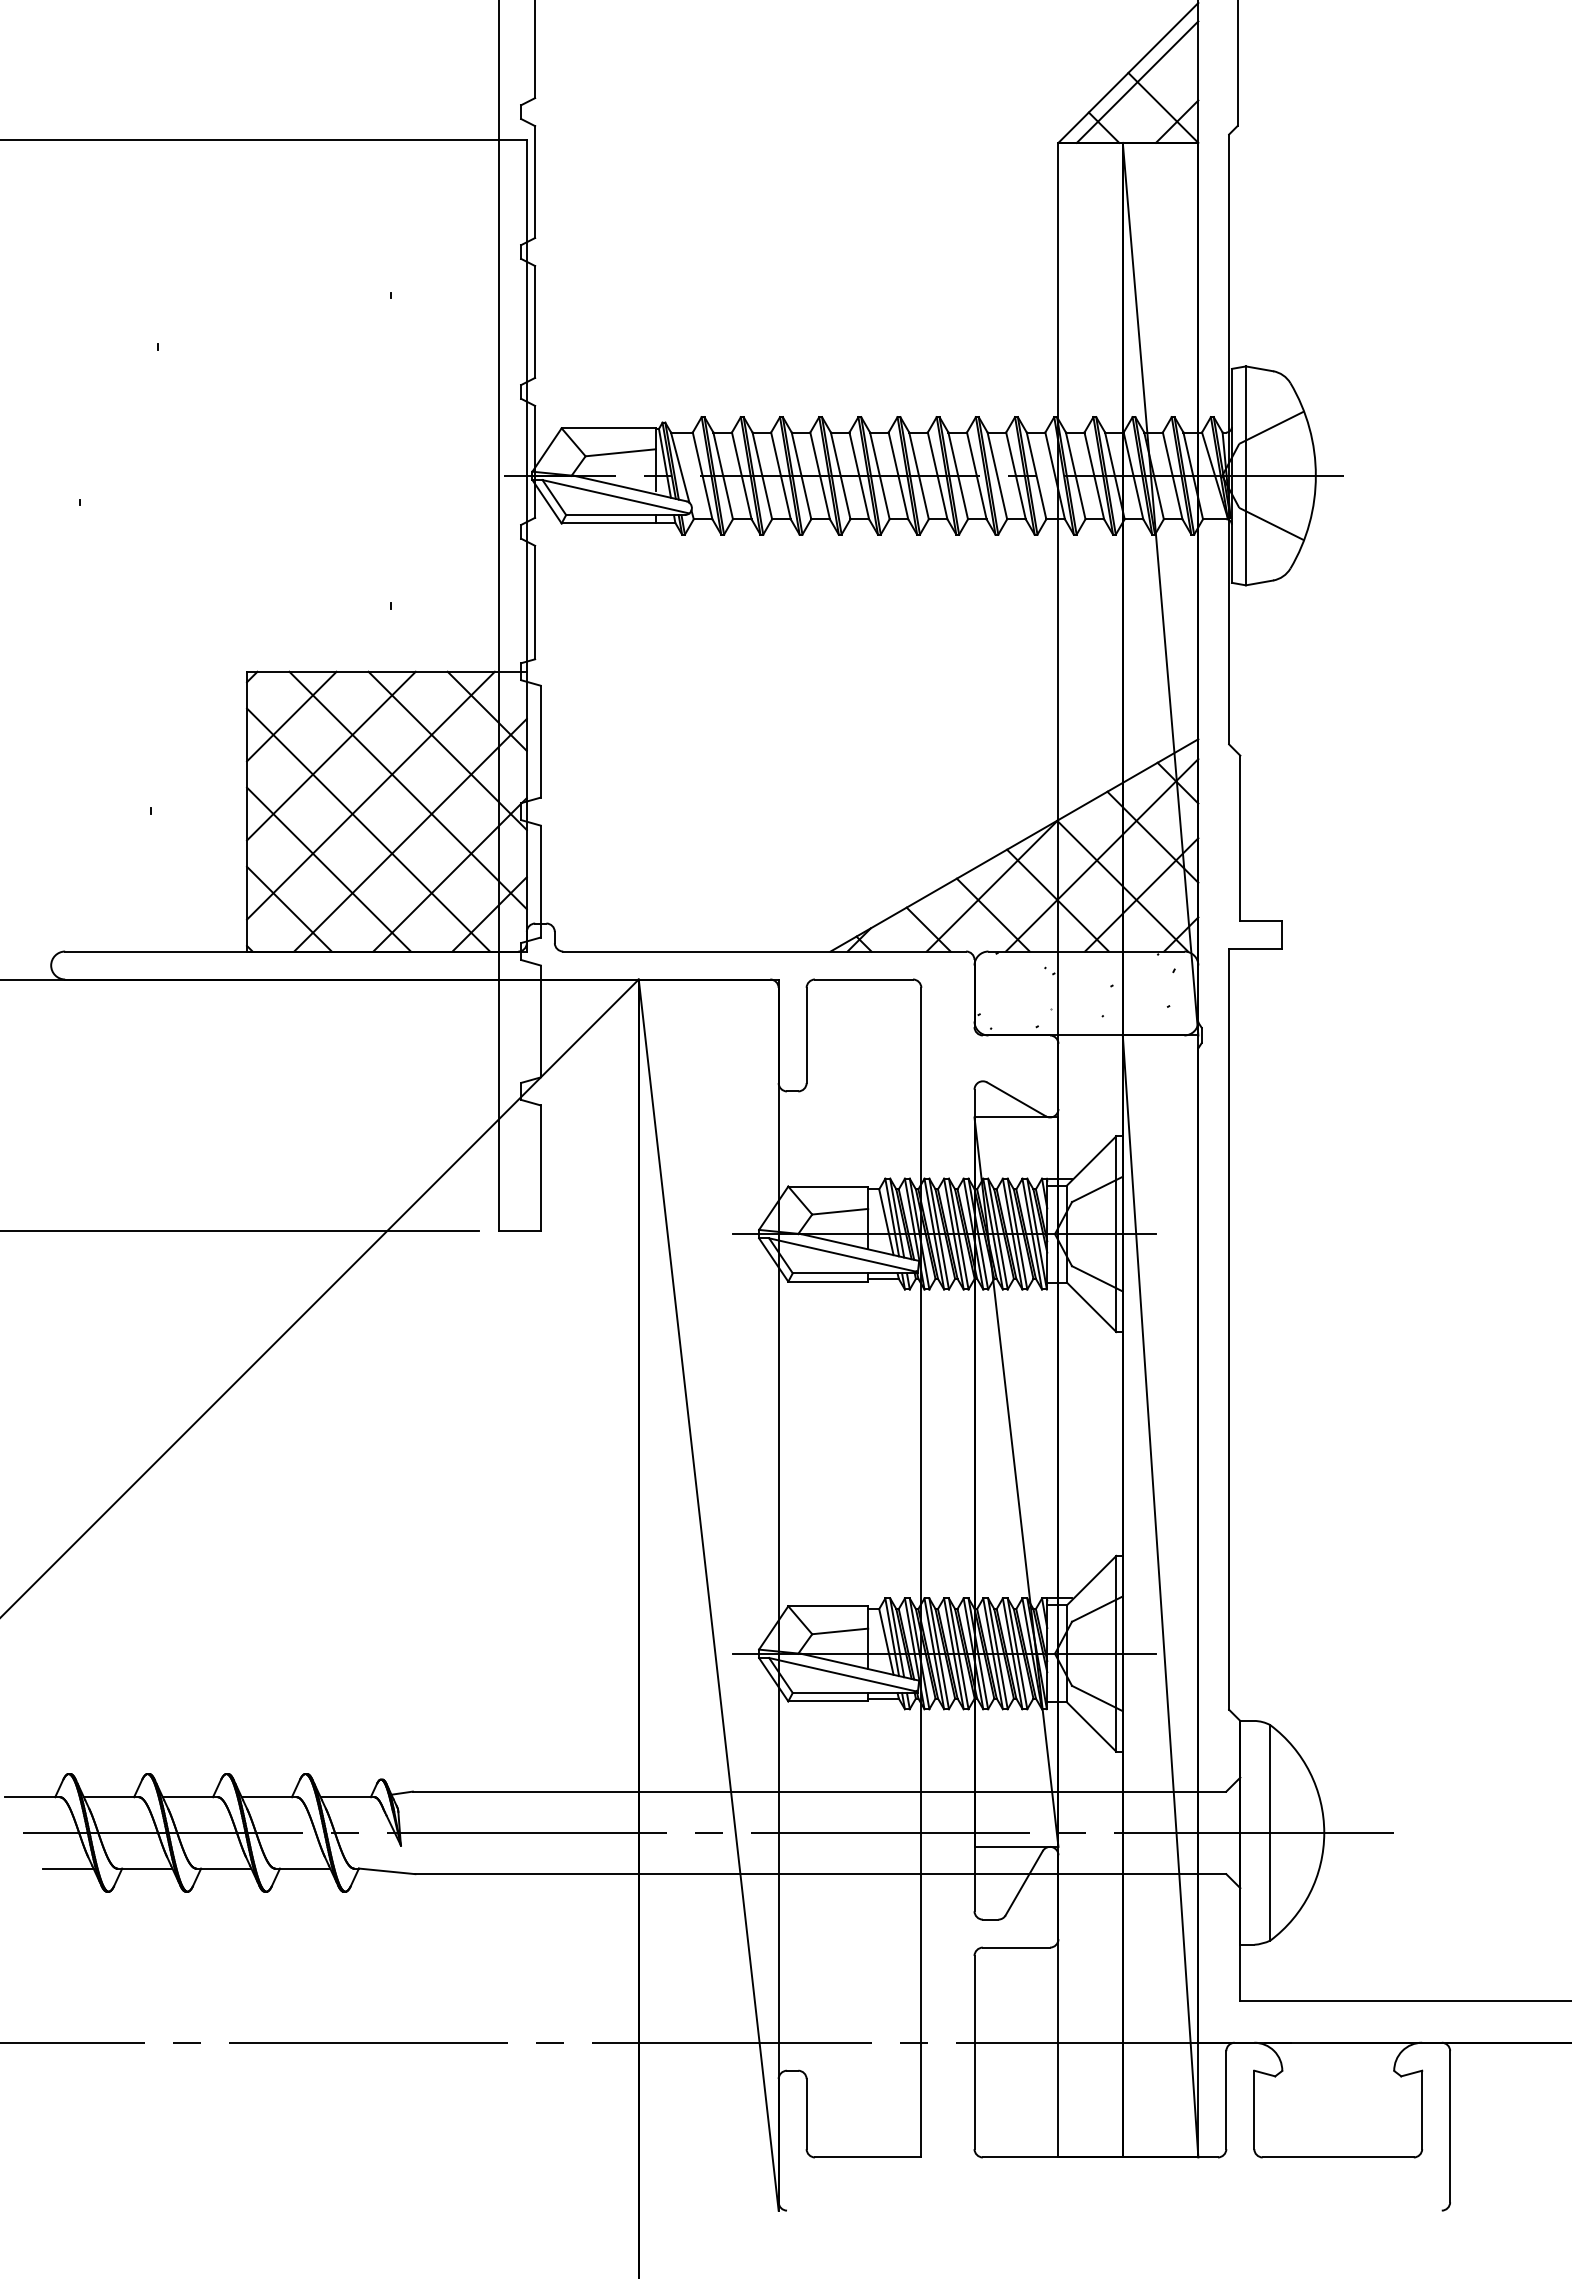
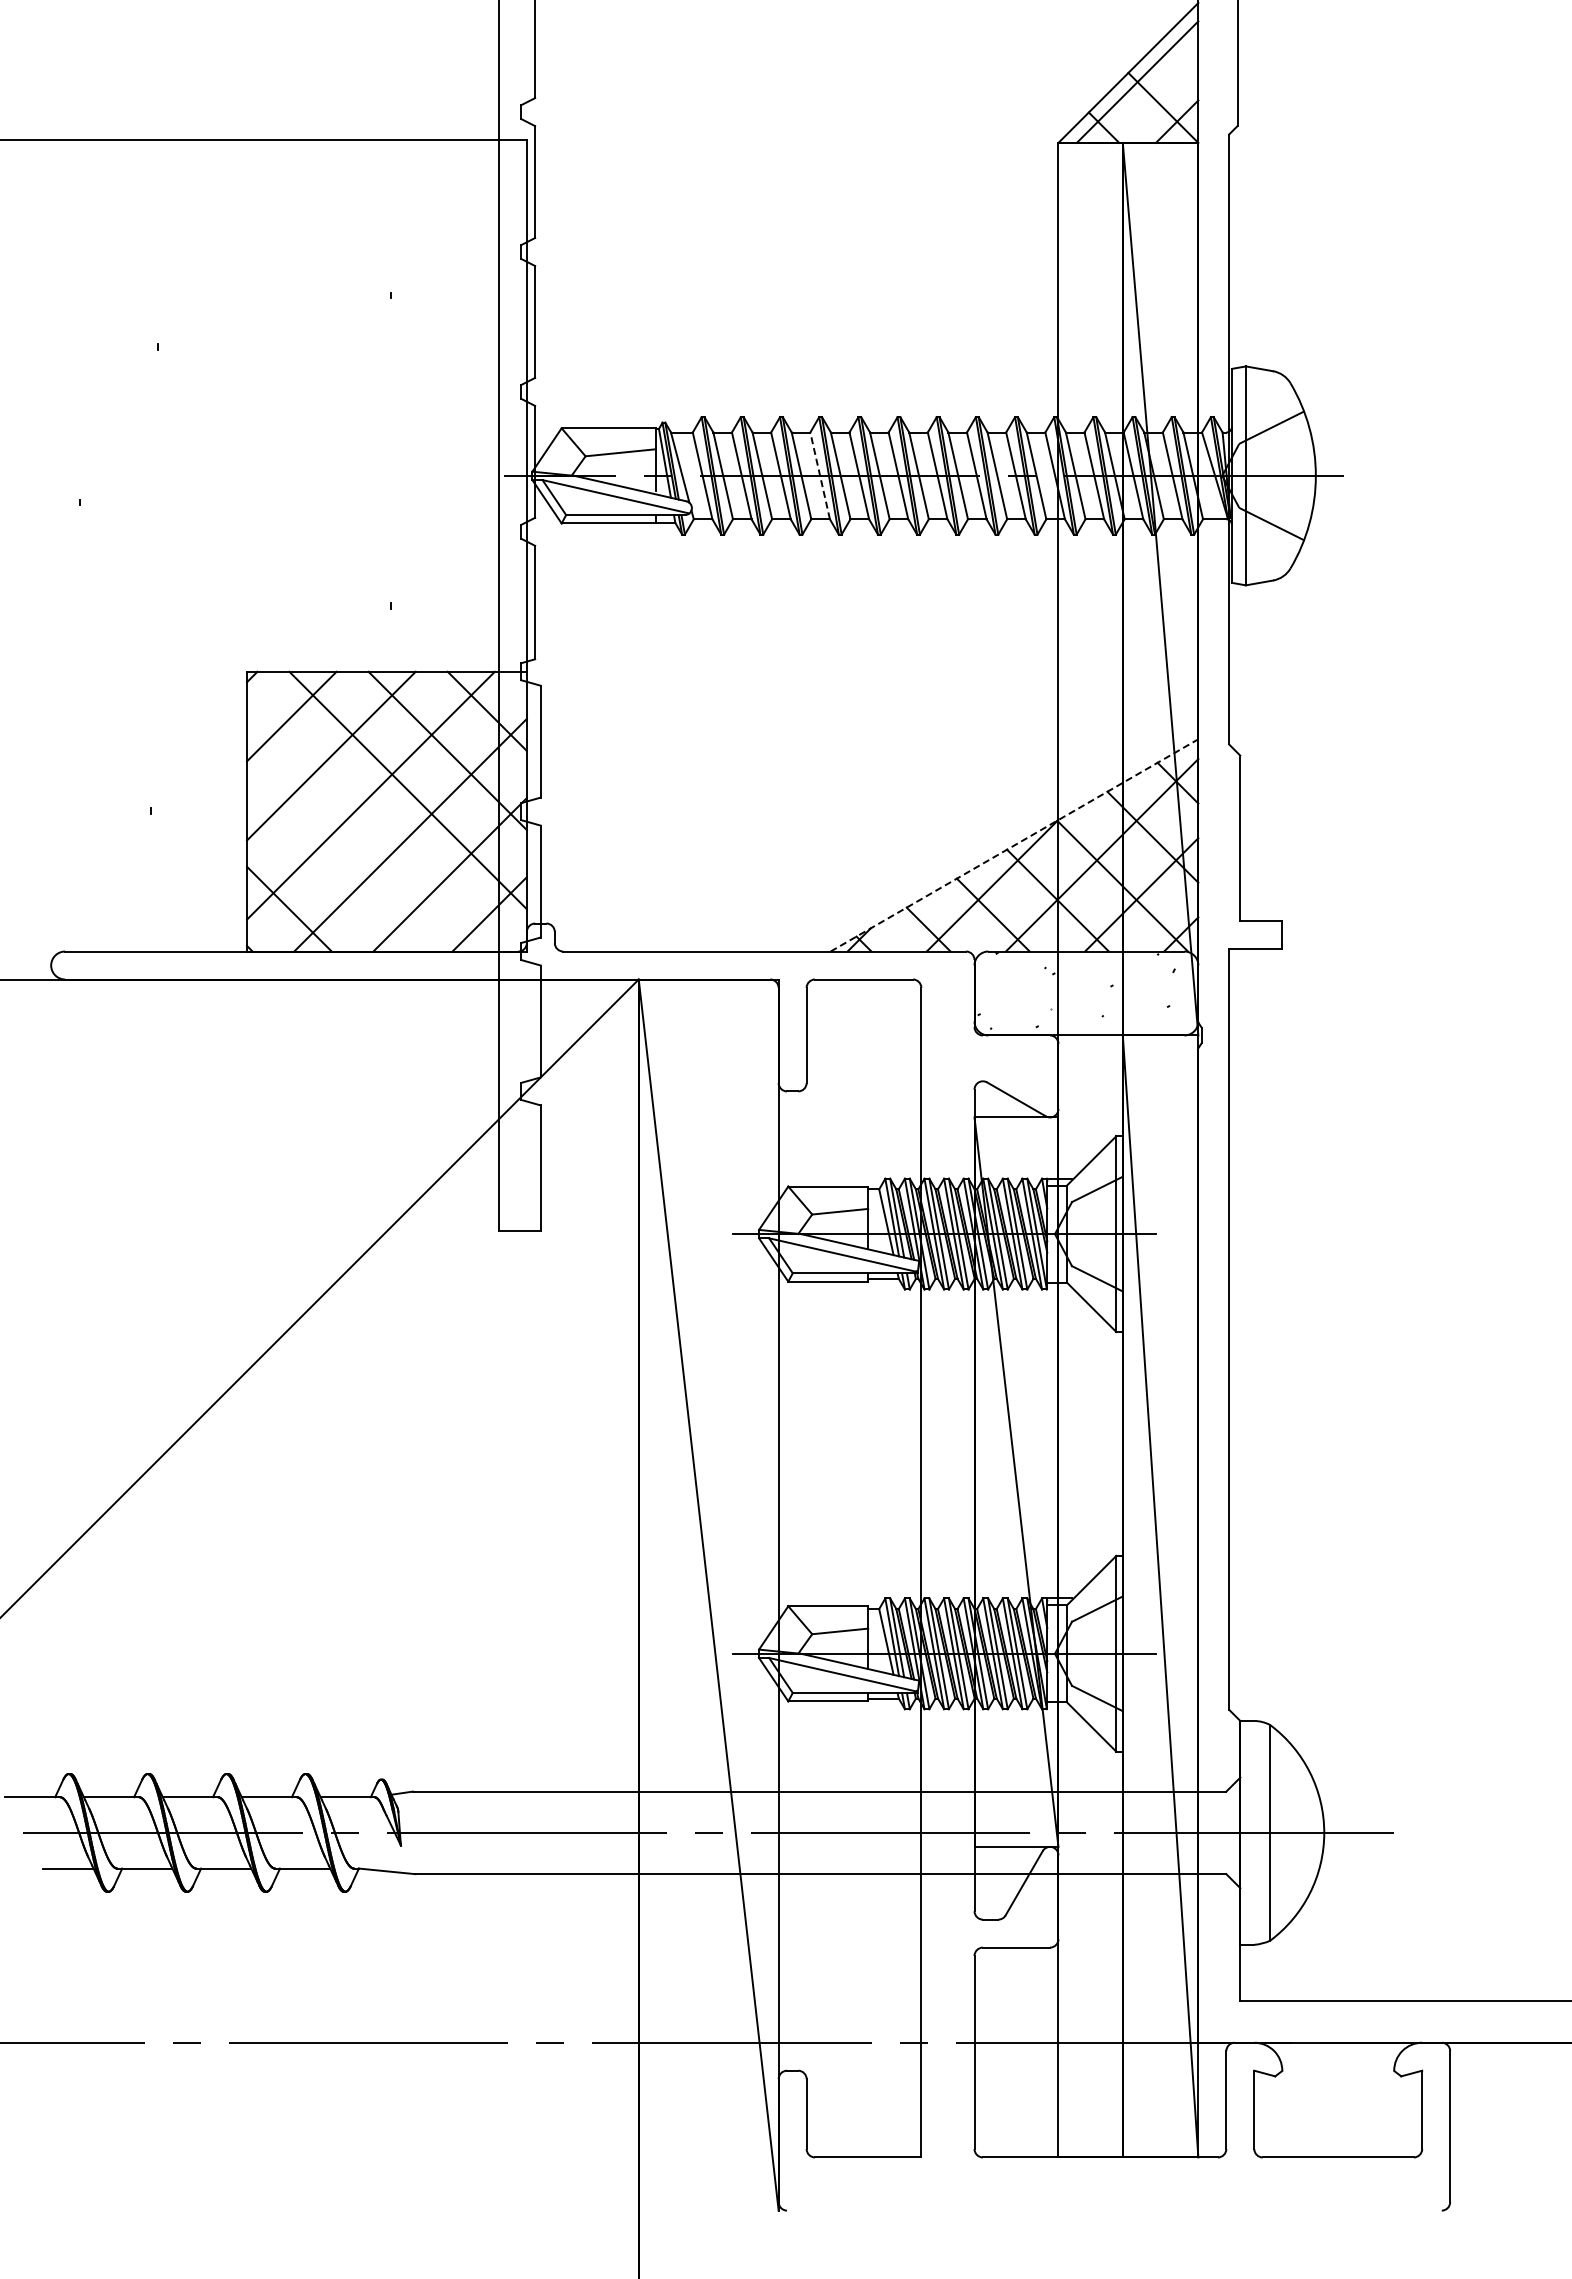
line at (820, 475): solid -> dashed
line at (368, 829): present -> none
line at (1014, 845): solid -> dashed
line at (328, 869): present -> none
line at (240, 1231): present -> none
